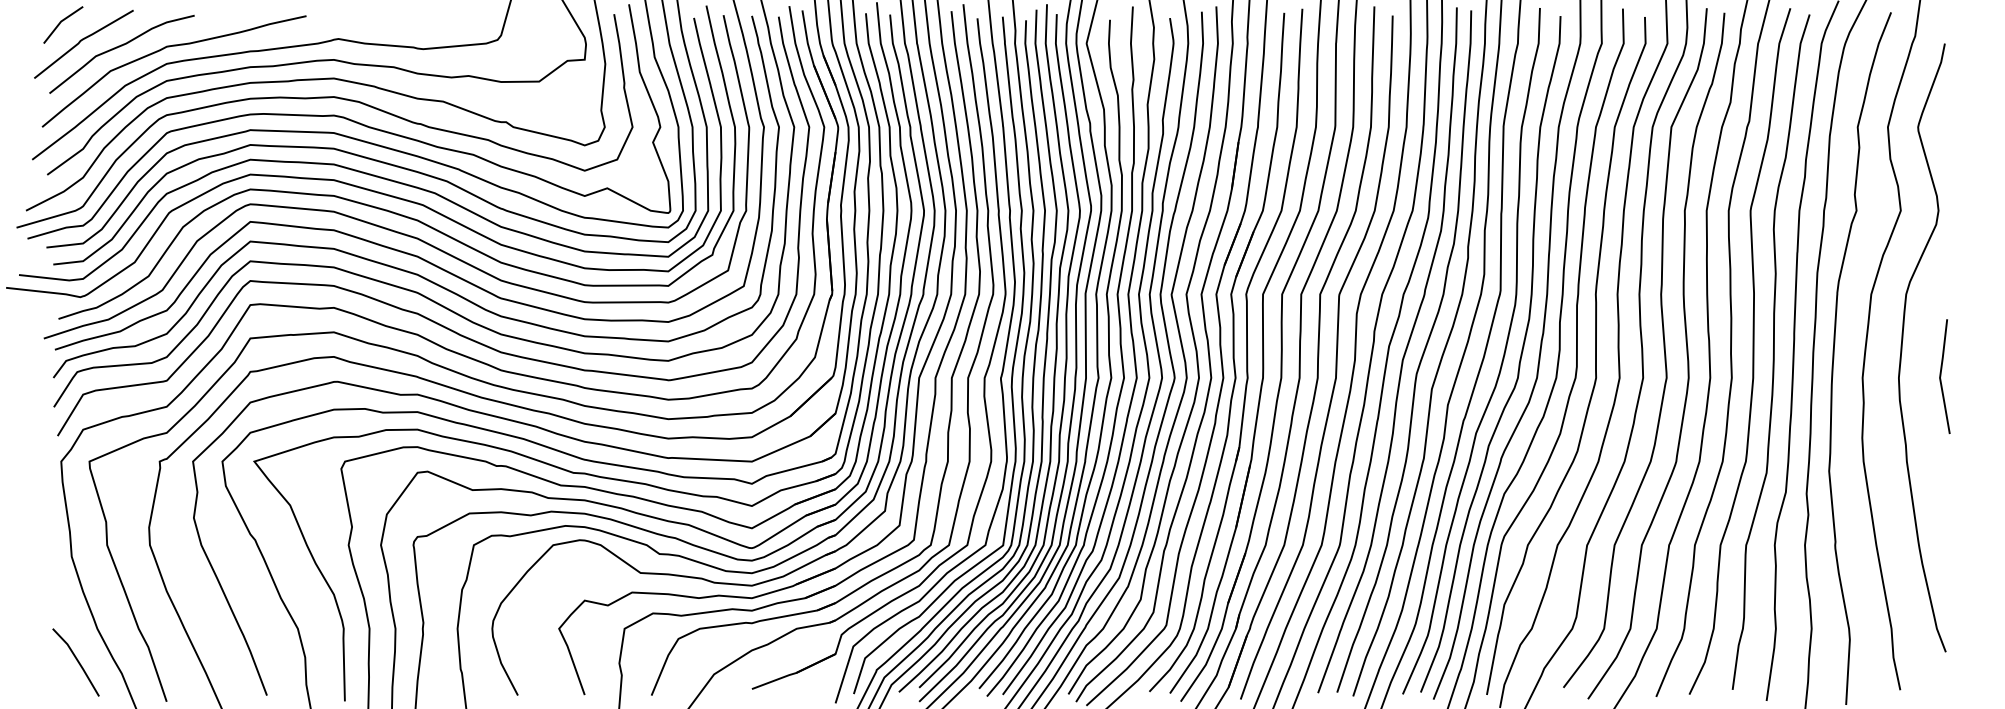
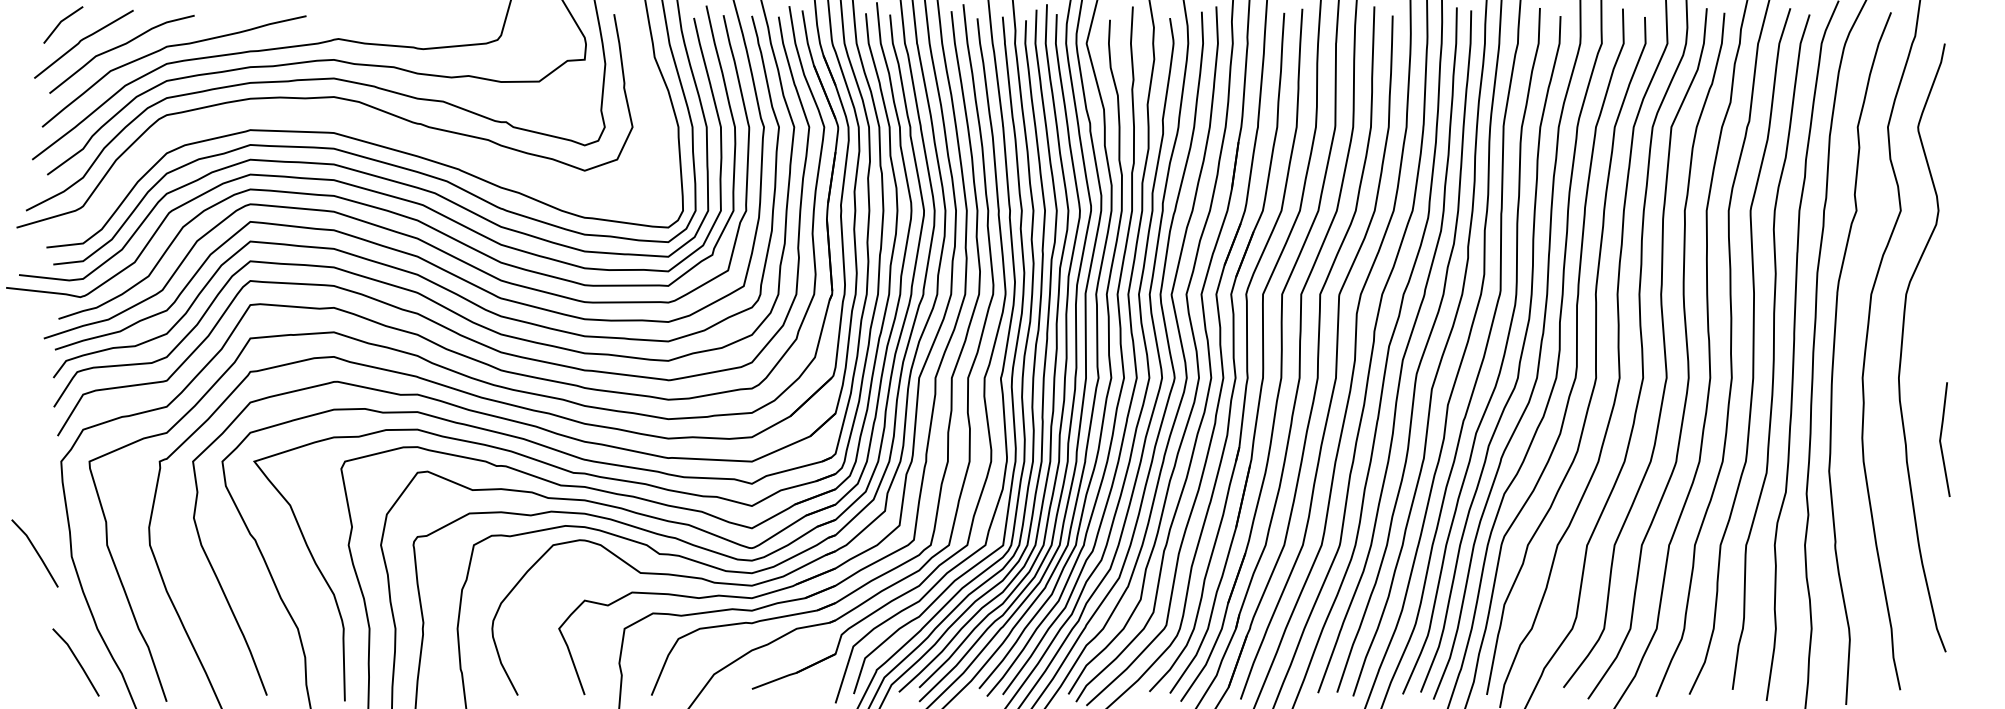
curve at (349, 120): present -> none
line at (1941, 376) position: (1941, 376) -> (1941, 439)
line at (36, 553): none -> present
